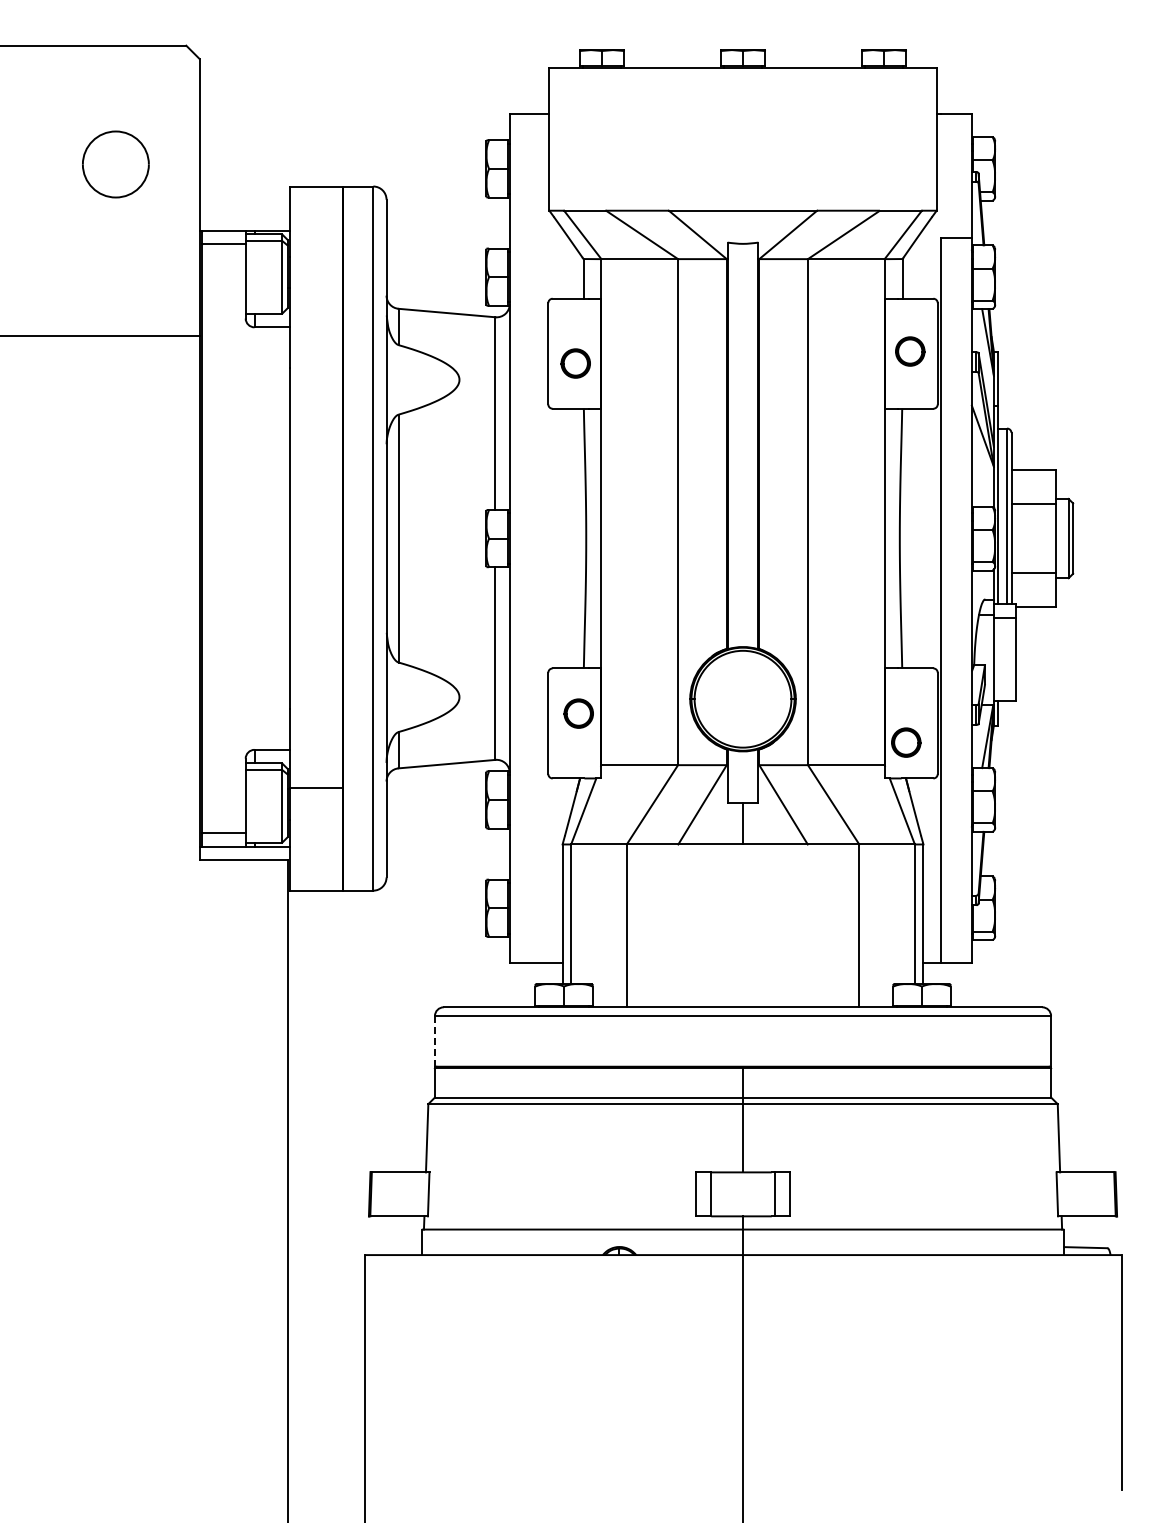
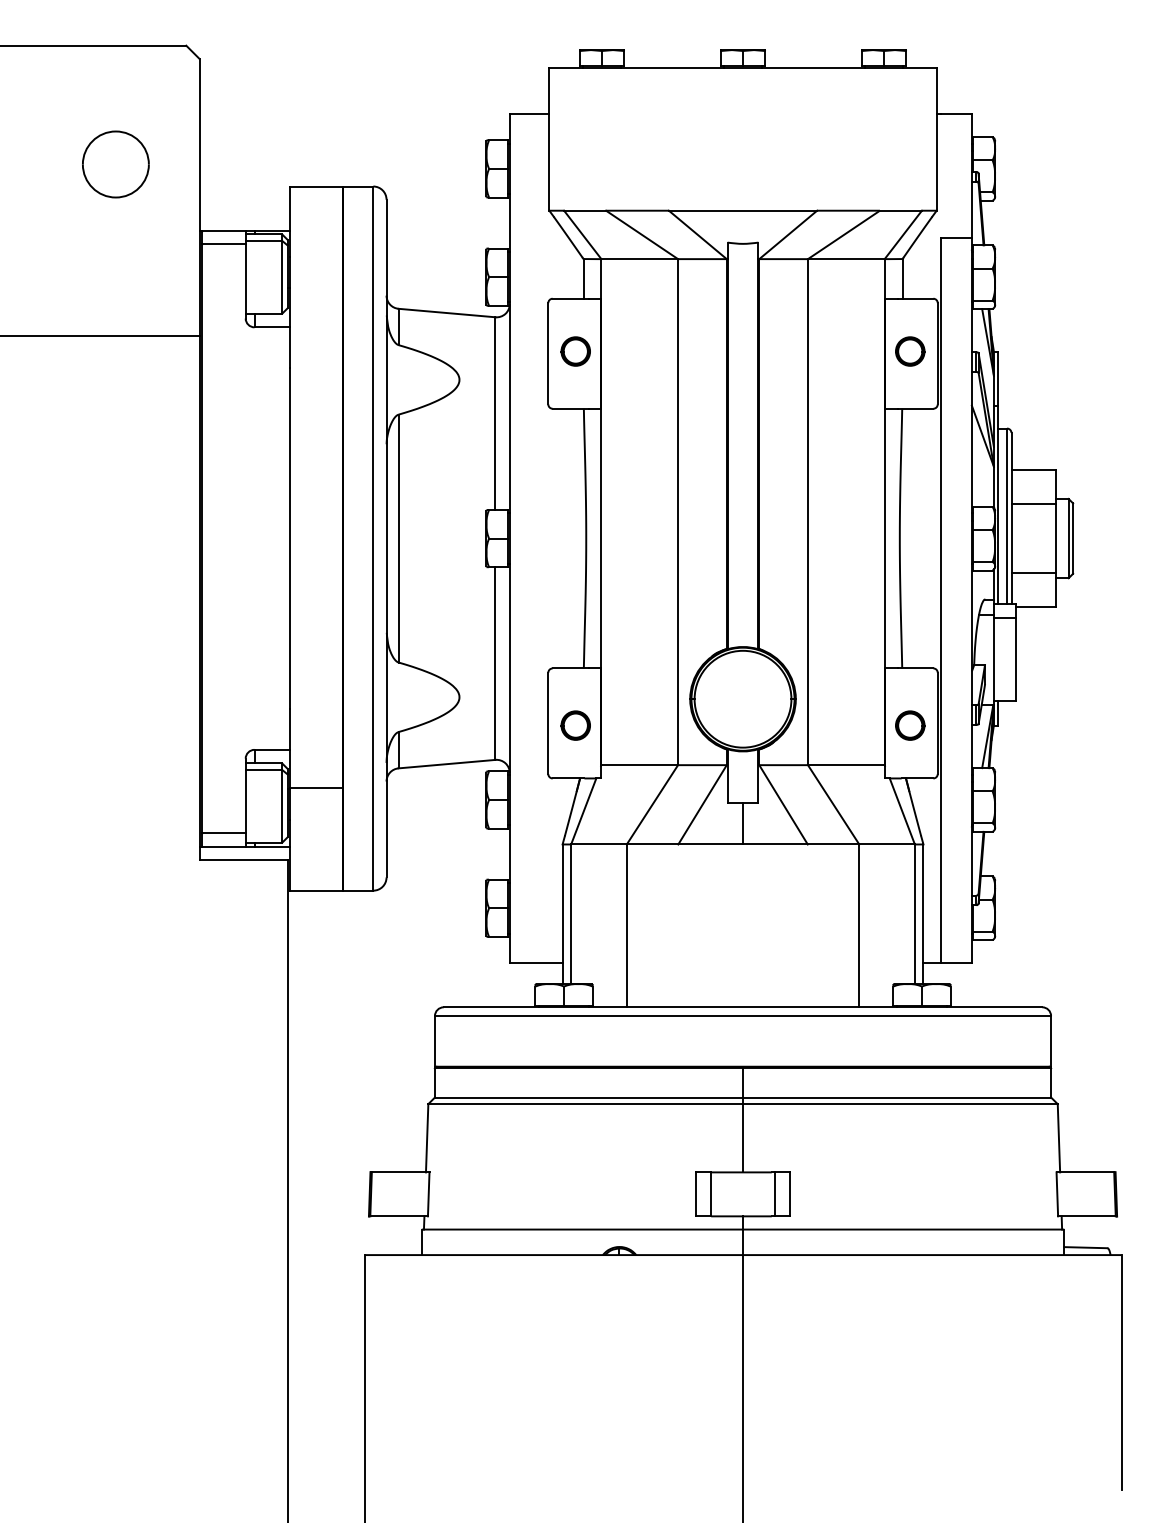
part at (575, 363) position: (575, 363) -> (575, 351)
part at (578, 713) position: (578, 713) -> (575, 725)
part at (906, 742) position: (906, 742) -> (910, 725)
line at (434, 1040): dashed -> solid
